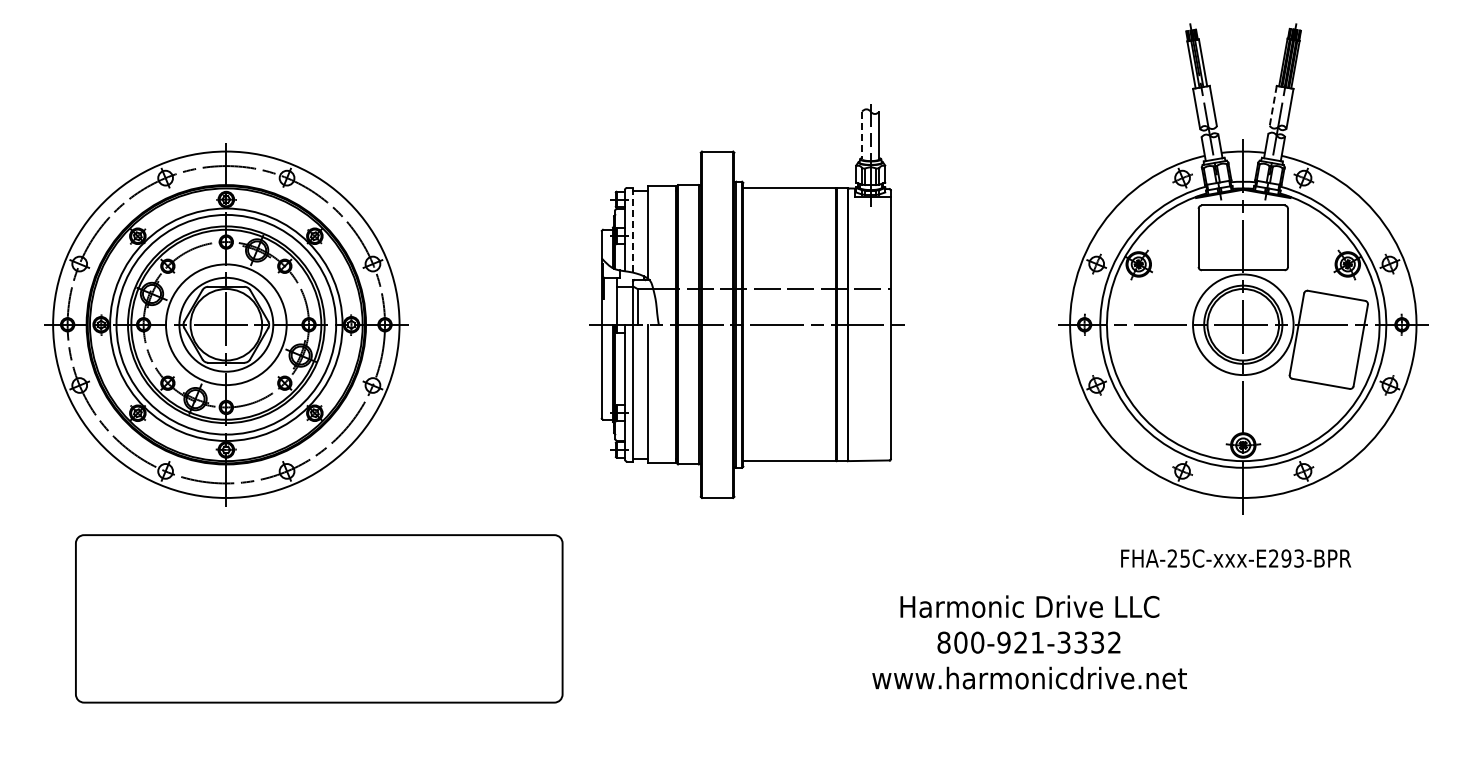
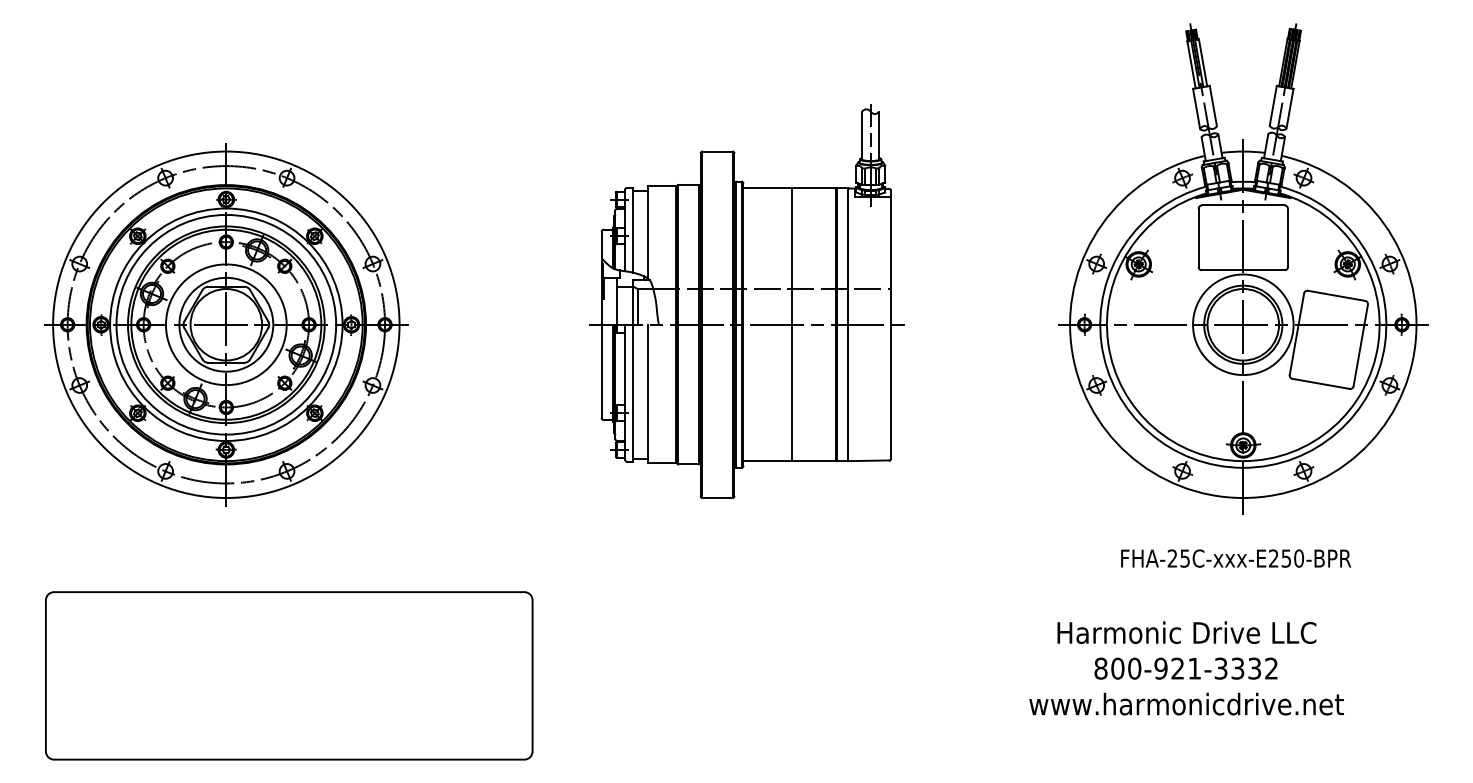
line at (1273, 106): dashed -> solid
line at (862, 135): dashed -> solid
line at (633, 230): dashed -> solid
line at (792, 324): none -> present
text at (1292, 558): FHA-25C-xxx-E293-BPR -> FHA-25C-xxx-E250-BPR
part at (319, 618) position: (319, 618) -> (289, 675)
text at (1029, 642) position: (1029, 642) -> (1186, 668)
